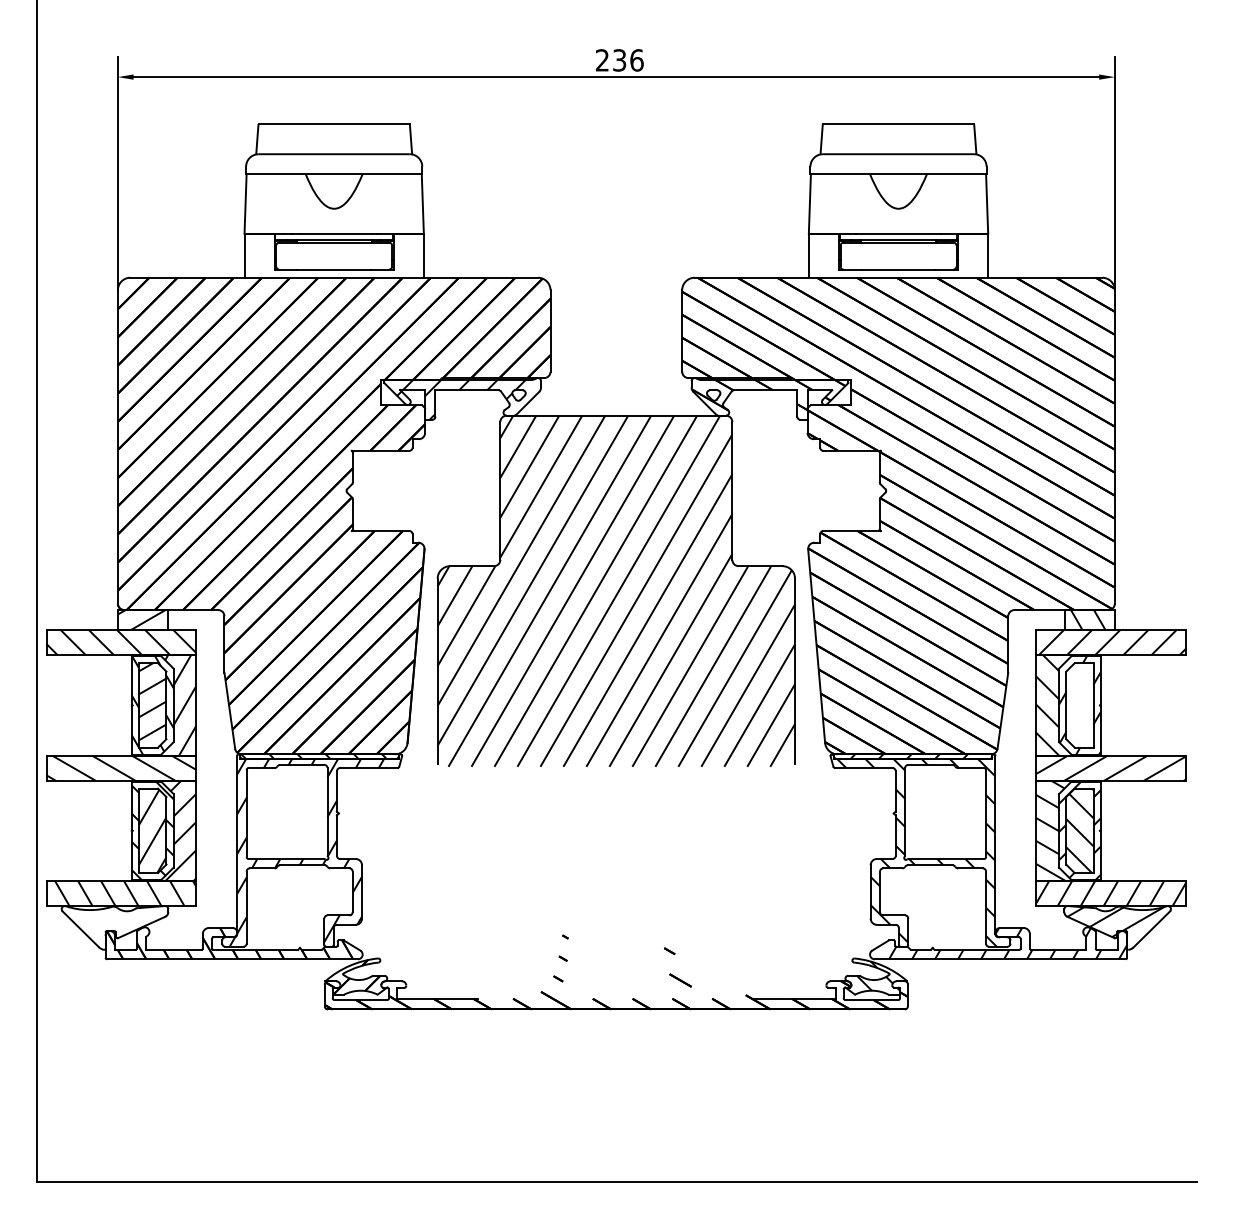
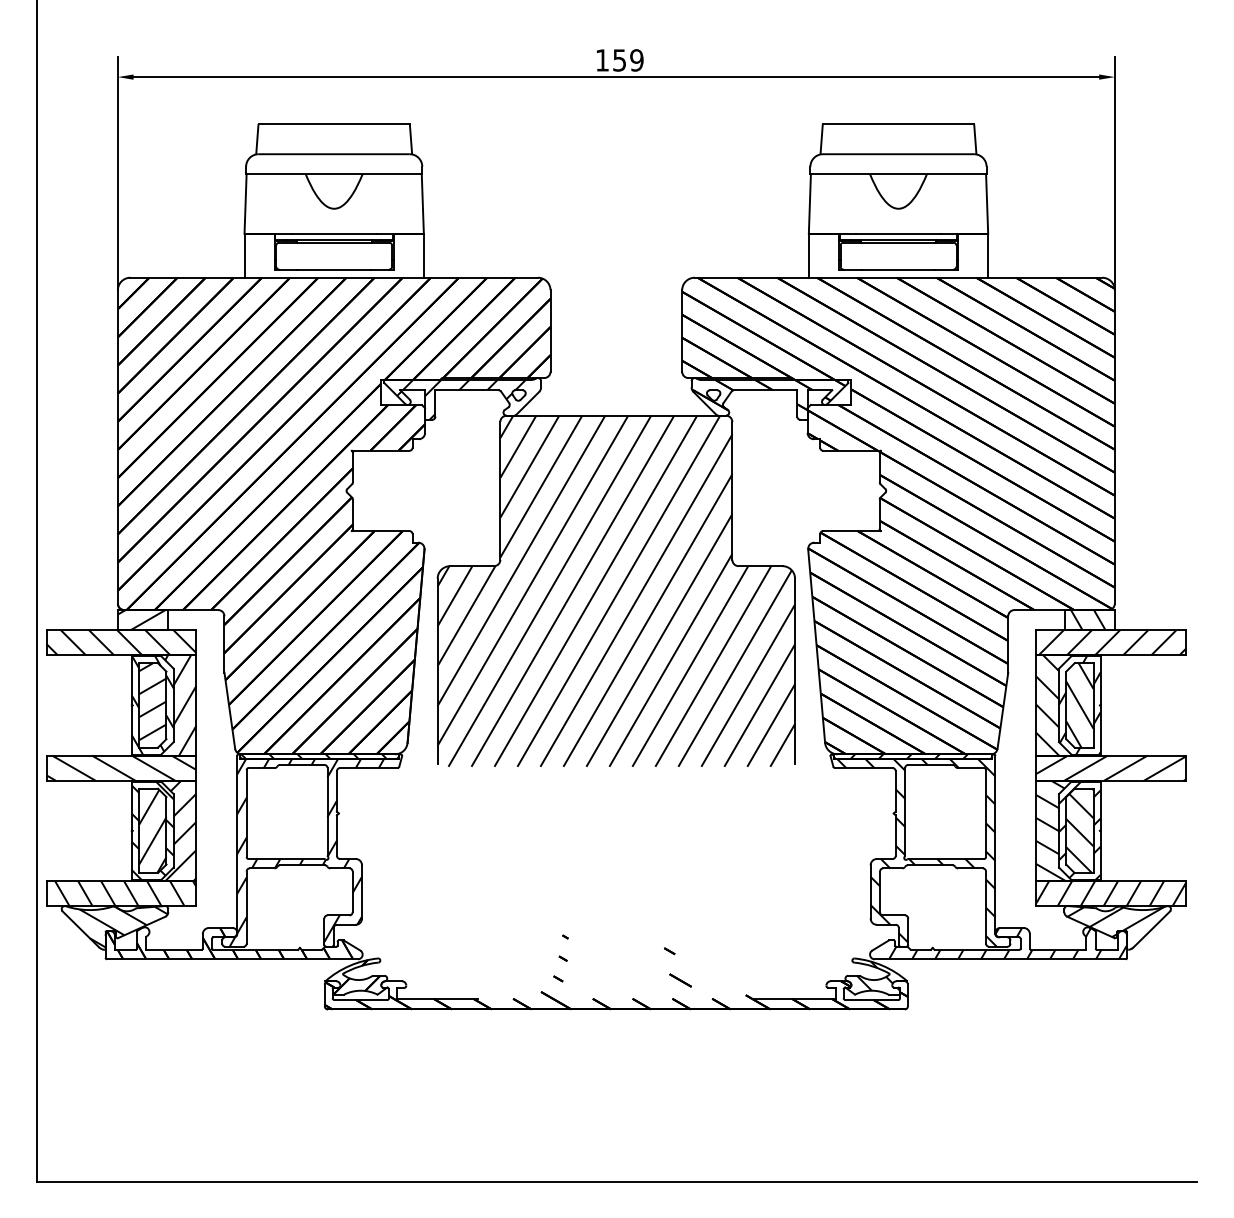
text at (619, 60): 236 -> 159
hatch at (1079, 705): none -> present
hatch at (123, 926): none -> present
